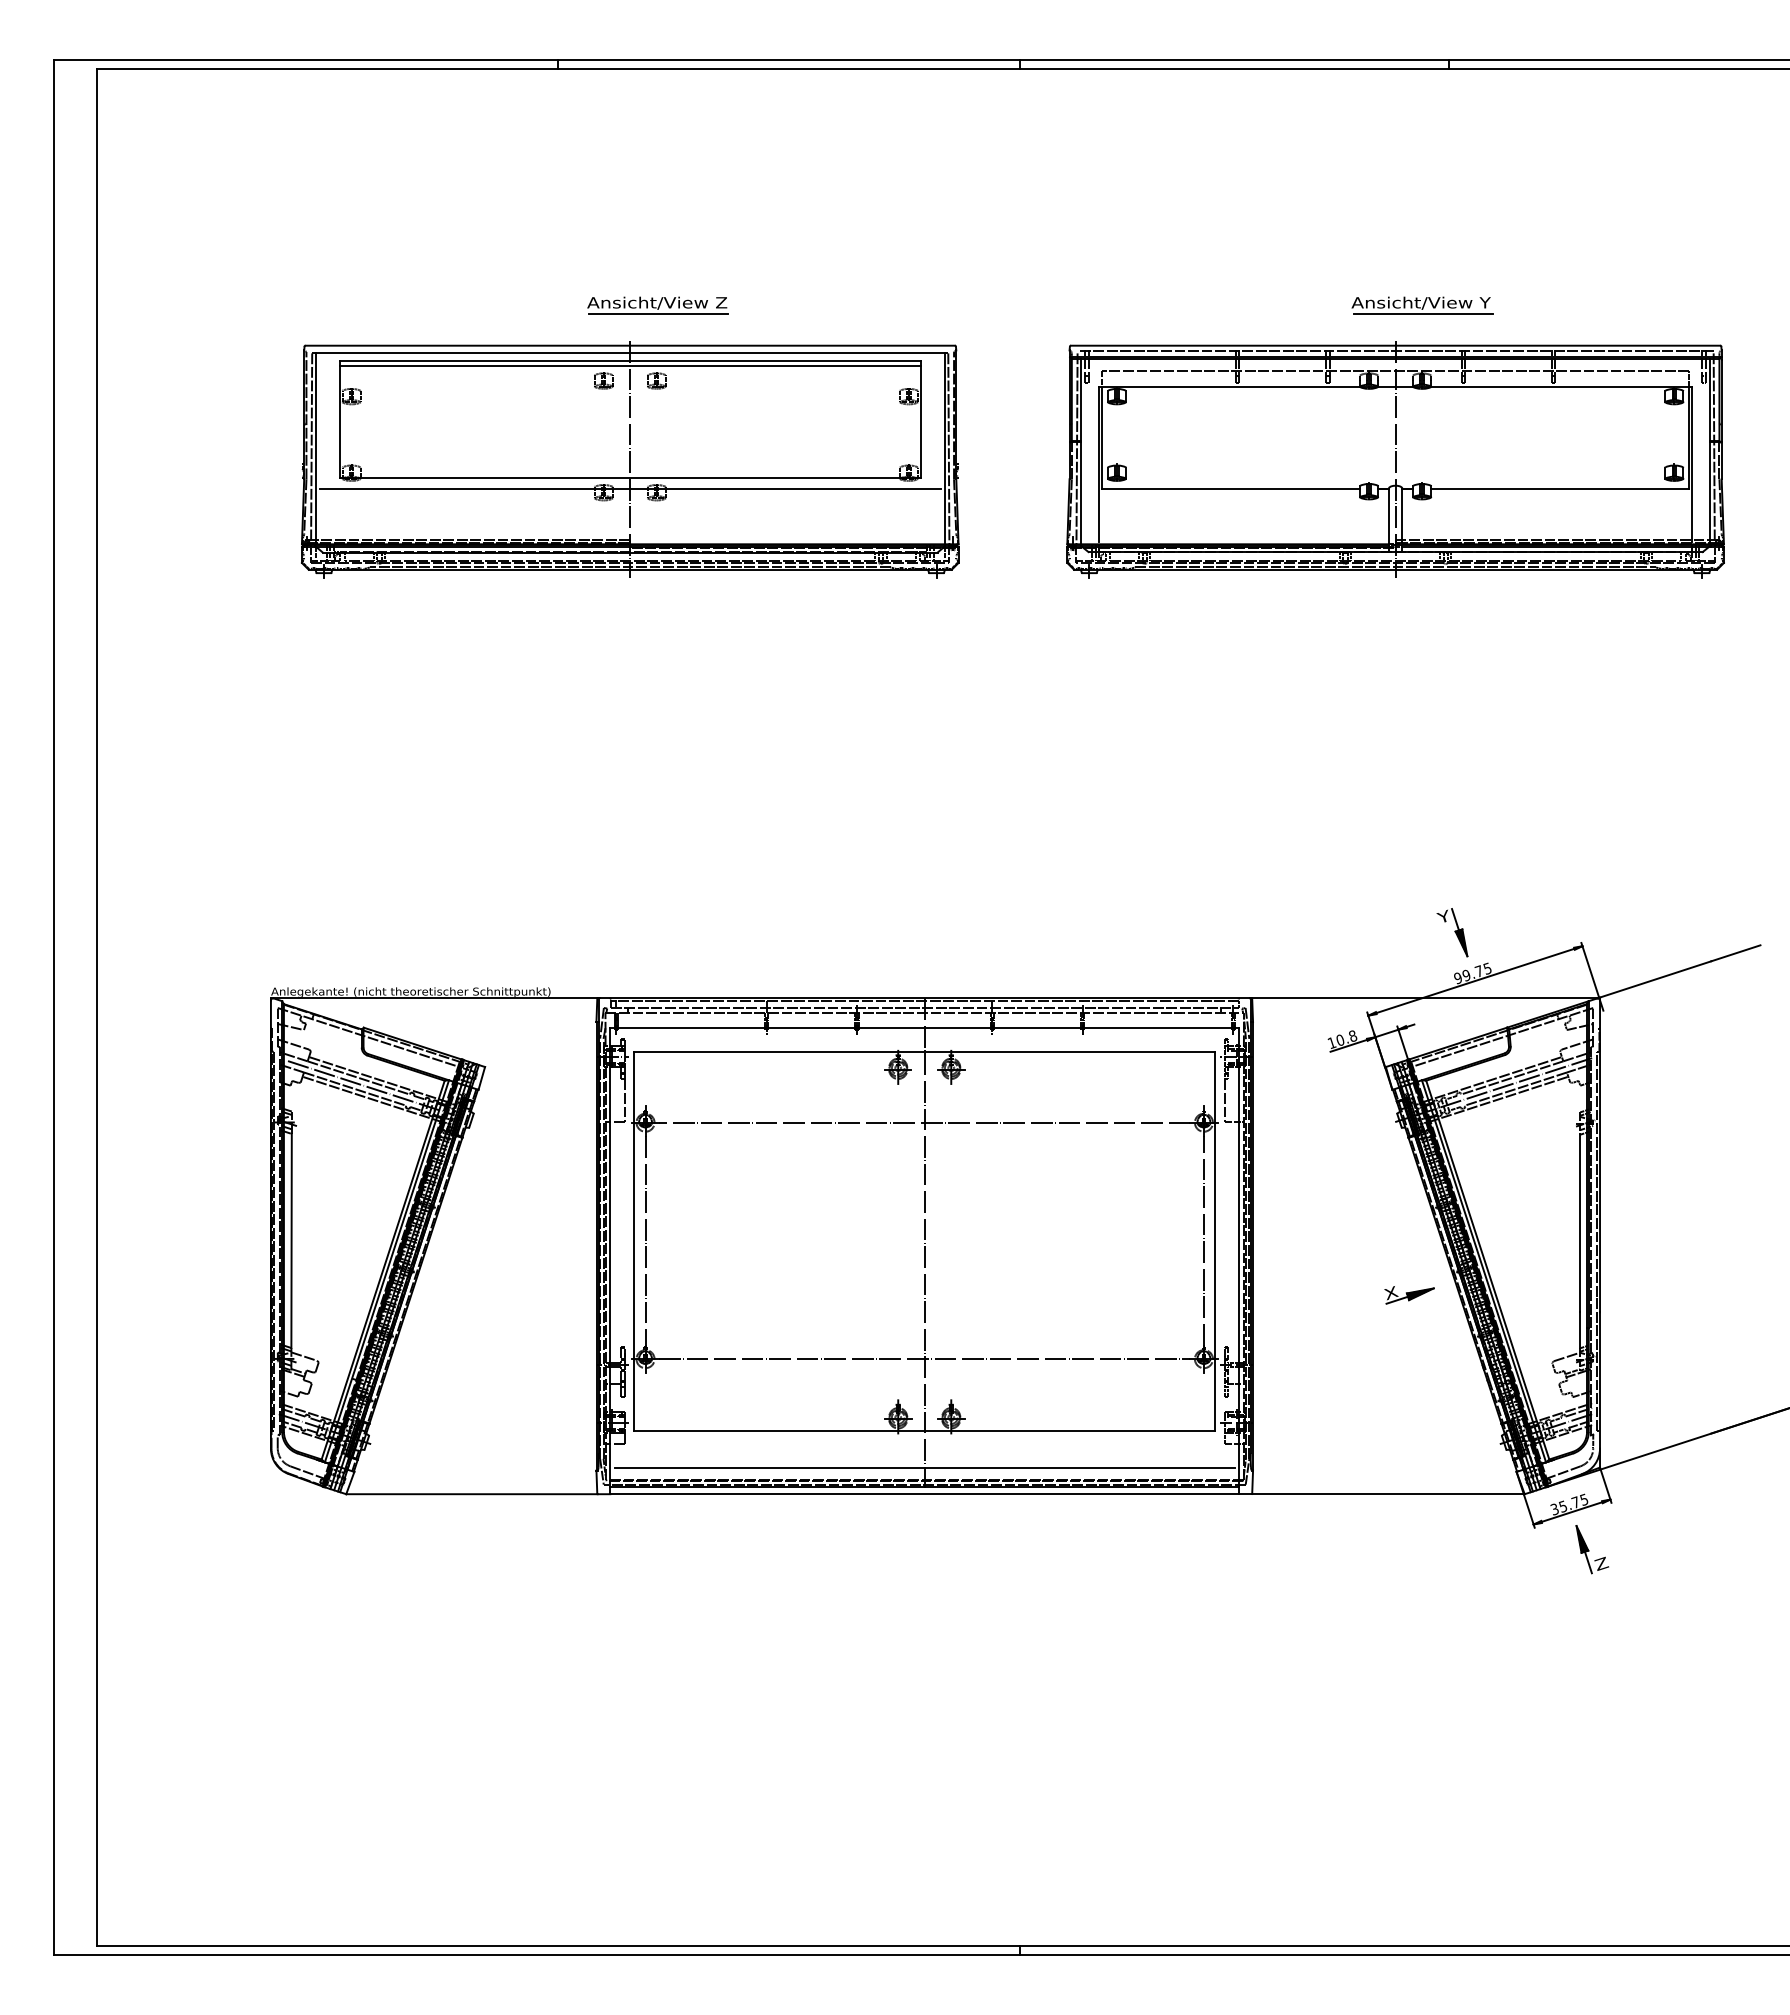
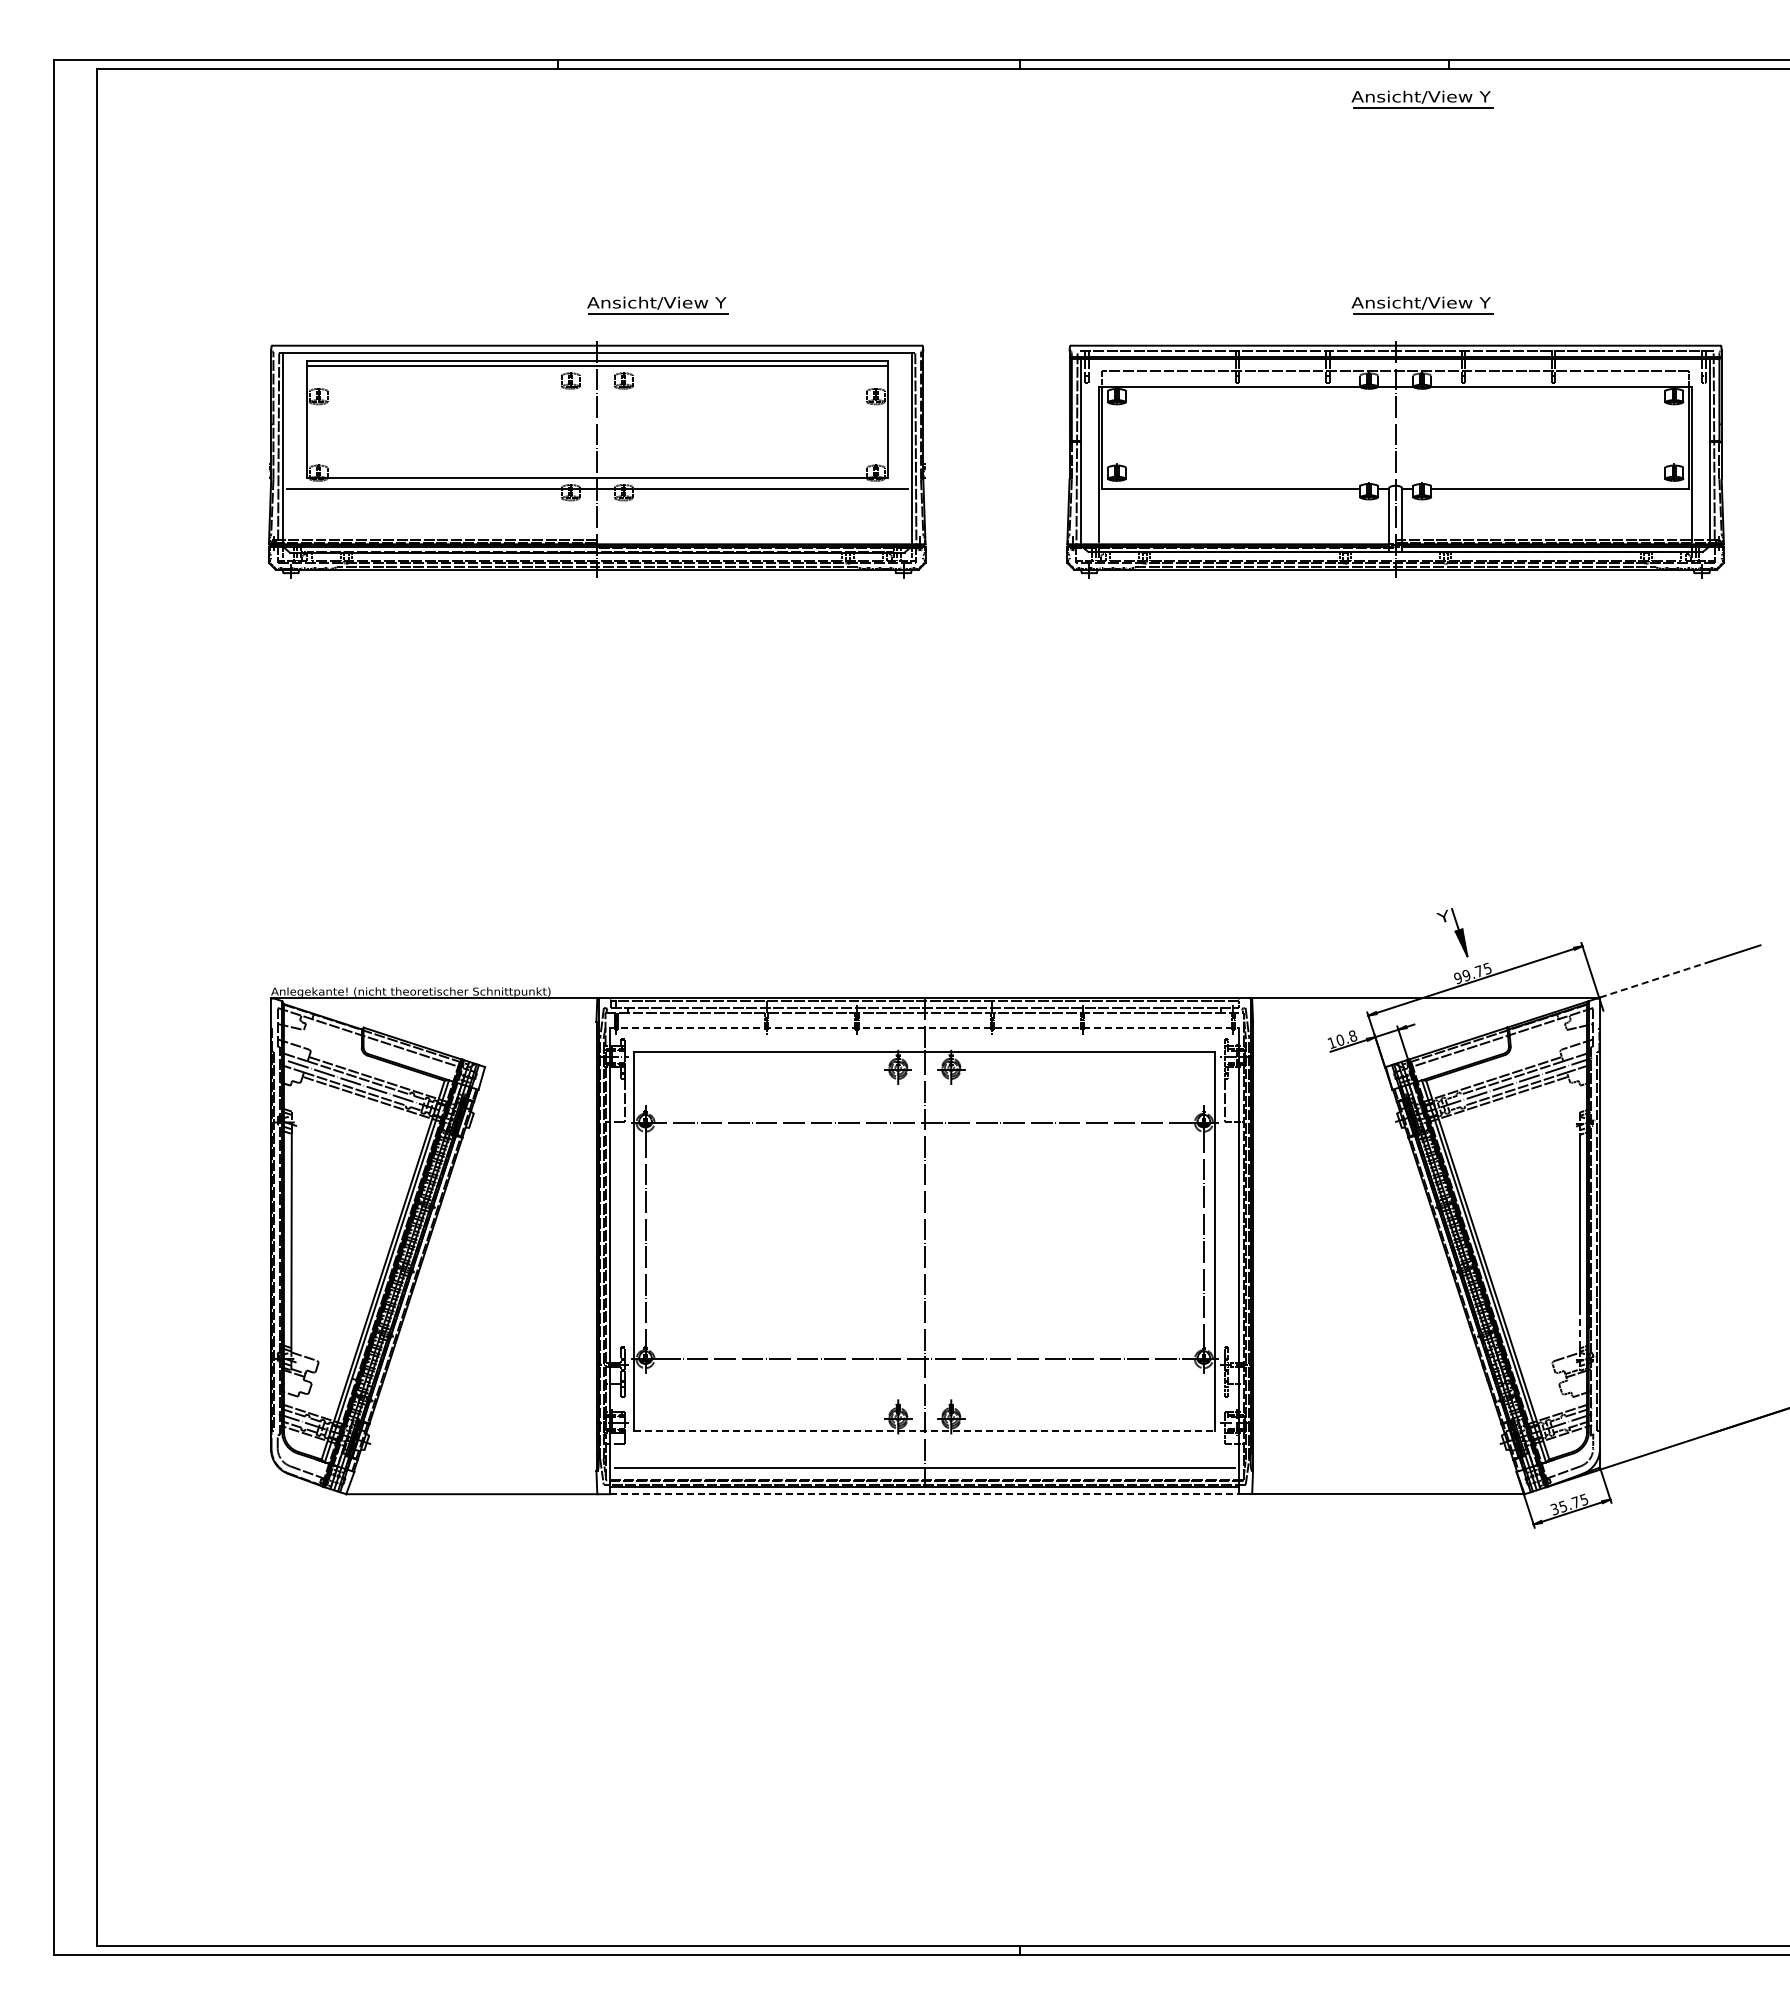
part at (1422, 99): none -> present
text at (721, 302): Ansicht/View Z -> Ansicht/View Y
part at (630, 459) position: (630, 459) -> (597, 459)
line at (1655, 979): solid -> dashed
line at (925, 1028): solid -> dashed
part at (1409, 1295): present -> none
line at (1580, 1330): solid -> dashed
line at (924, 1430): solid -> dashed
line at (925, 1494): solid -> dashed
part at (1591, 1549): present -> none
